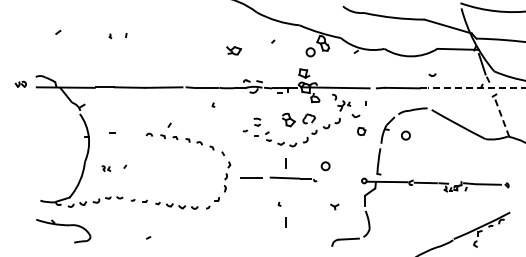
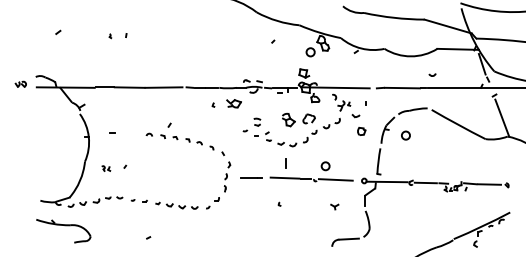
part at (233, 50) position: (233, 50) -> (233, 103)
line at (476, 88): dashed -> solid
line at (502, 118): dashed -> solid
line at (335, 179): none -> present
line at (285, 222): present -> none
